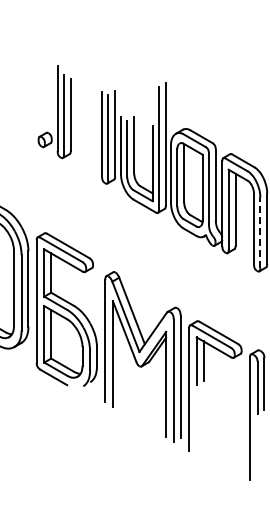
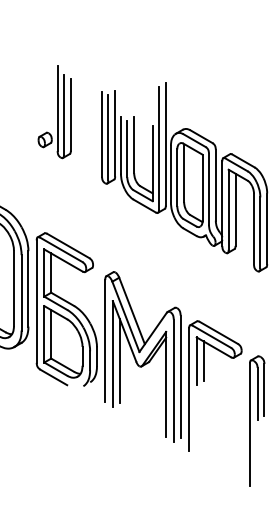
line at (260, 232): dashed -> solid
line at (119, 360): none -> present
part at (257, 414) position: (257, 414) -> (257, 420)
